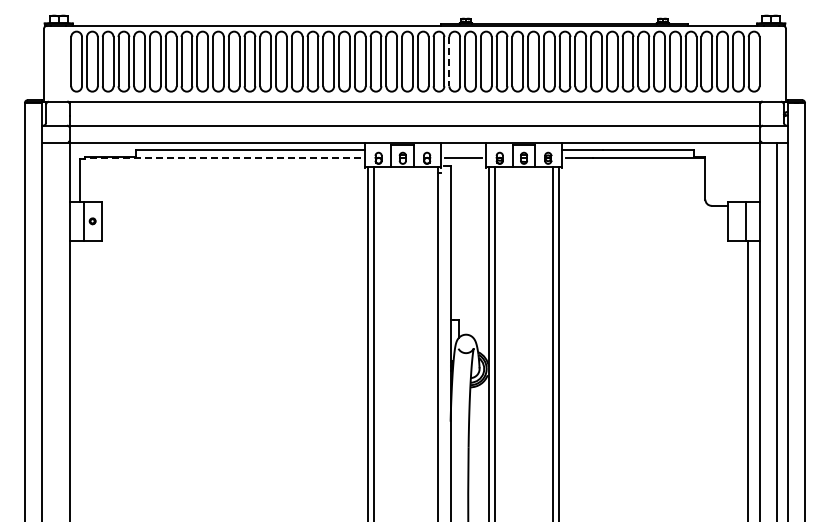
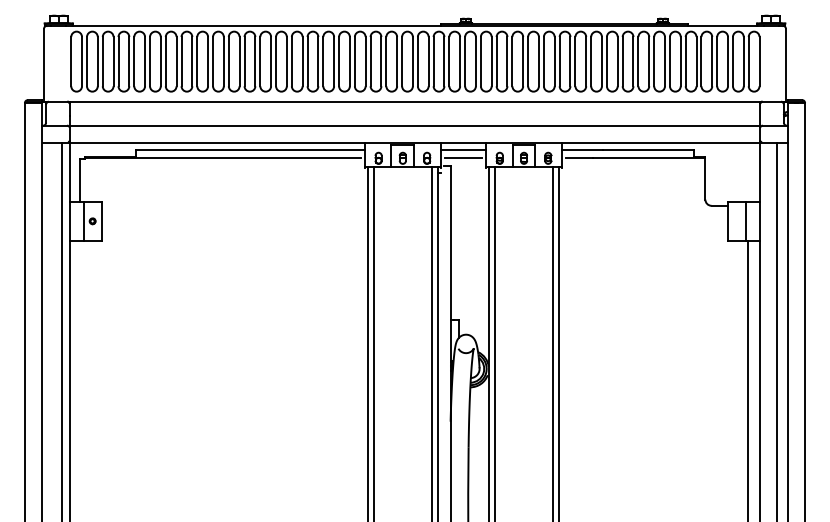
line at (449, 61): dashed -> solid
line at (463, 150): none -> present
line at (222, 158): dashed -> solid
line at (62, 330): none -> present
line at (432, 342): none -> present
